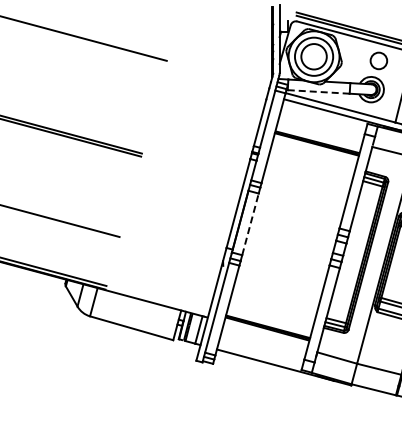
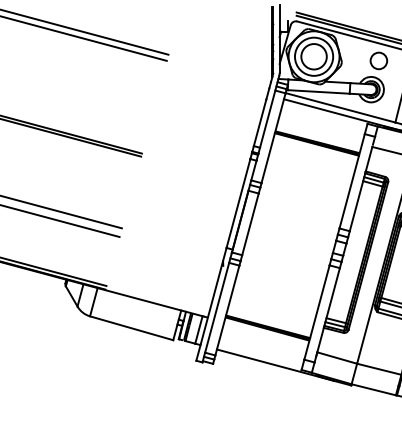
line at (85, 32): none -> present
line at (319, 91): dashed -> solid
line at (61, 212): none -> present
line at (250, 224): dashed -> solid
